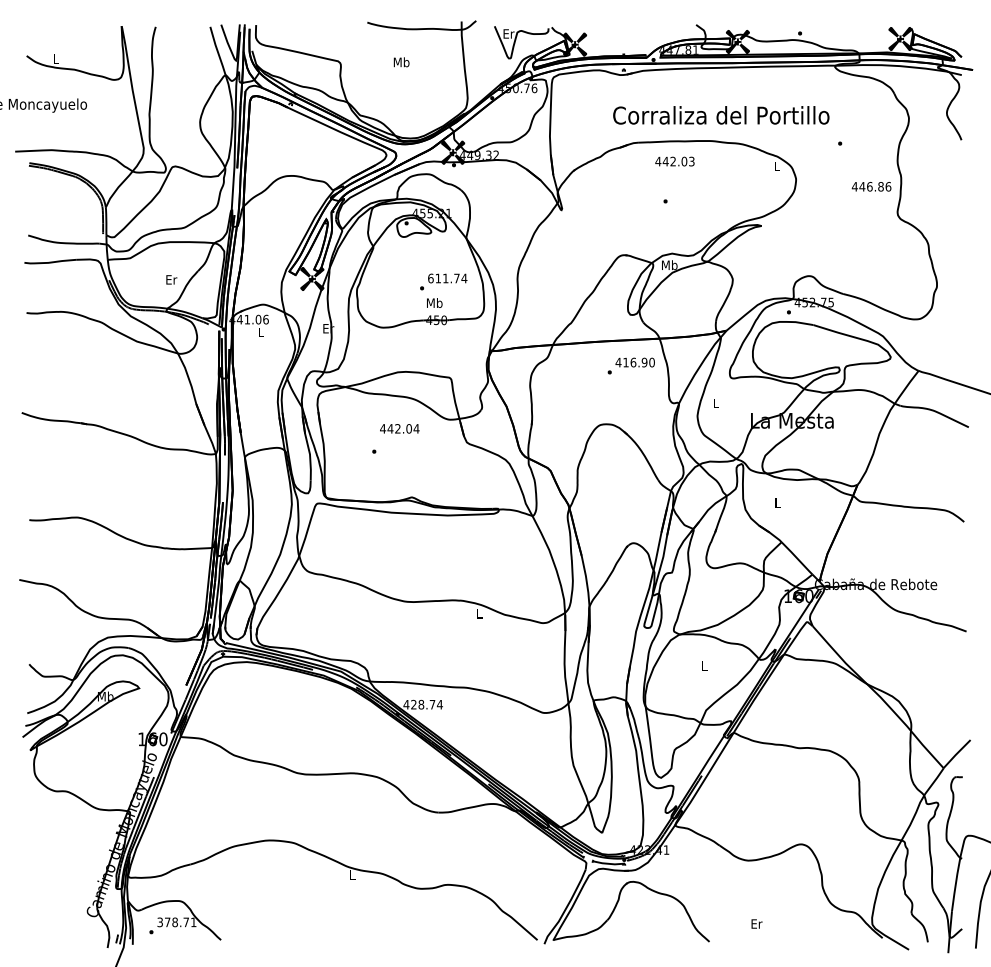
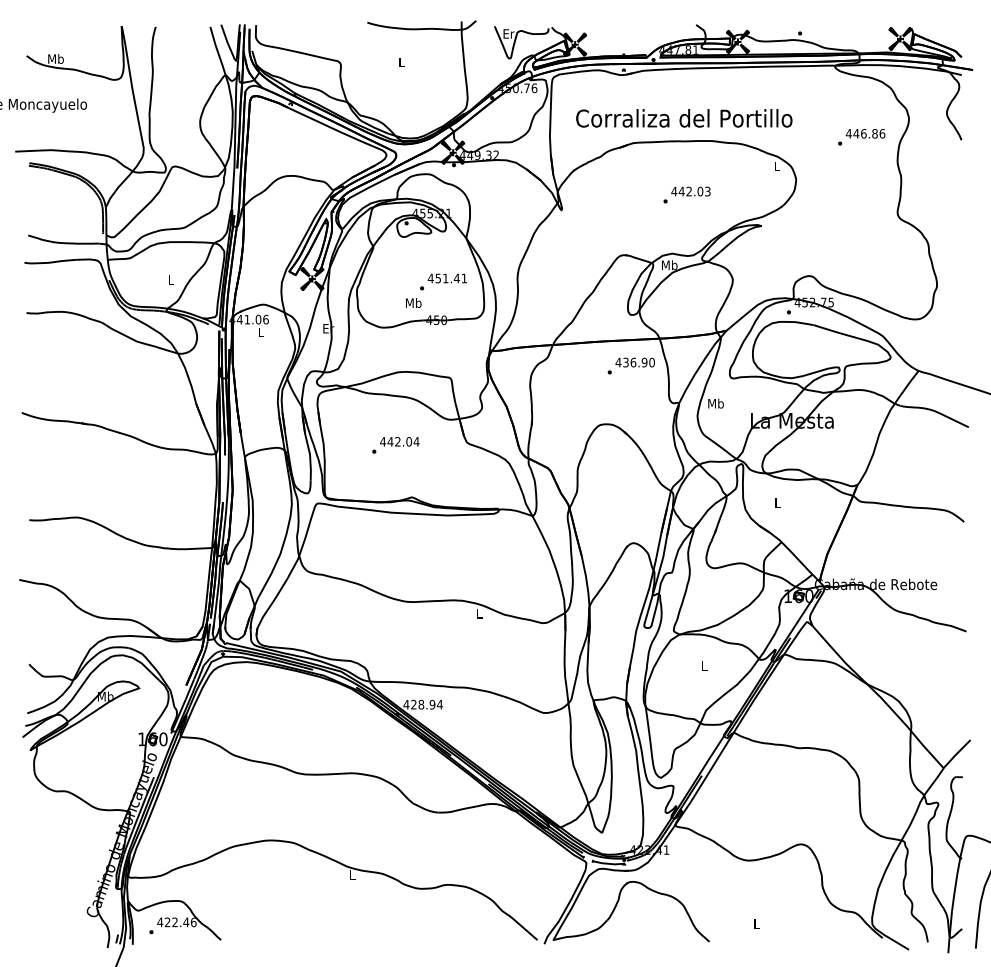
text at (55, 58): L -> Mb
text at (401, 62): Mb -> L
text at (721, 115) position: (721, 115) -> (684, 118)
text at (674, 161) position: (674, 161) -> (690, 191)
text at (871, 186) position: (871, 186) -> (865, 133)
text at (447, 278): 611.74 -> 451.41
text at (171, 279): Er -> L
text at (434, 302) position: (434, 302) -> (413, 302)
text at (625, 362): 416.90 -> 436.90
text at (715, 403): L -> Mb
text at (399, 428) position: (399, 428) -> (399, 441)
text at (432, 704): 428.74 -> 428.94
text at (176, 922): 378.71 -> 422.46
text at (756, 923): Er -> L
